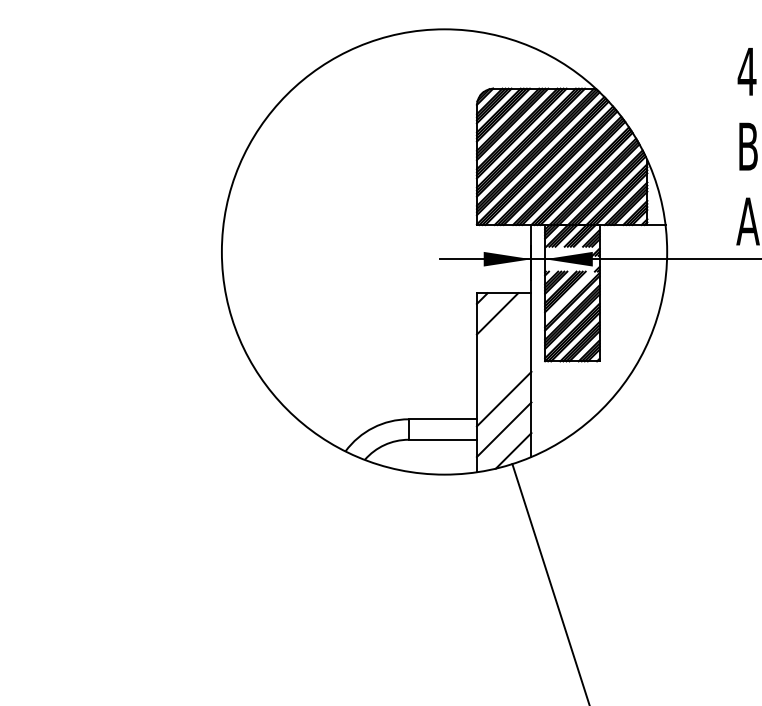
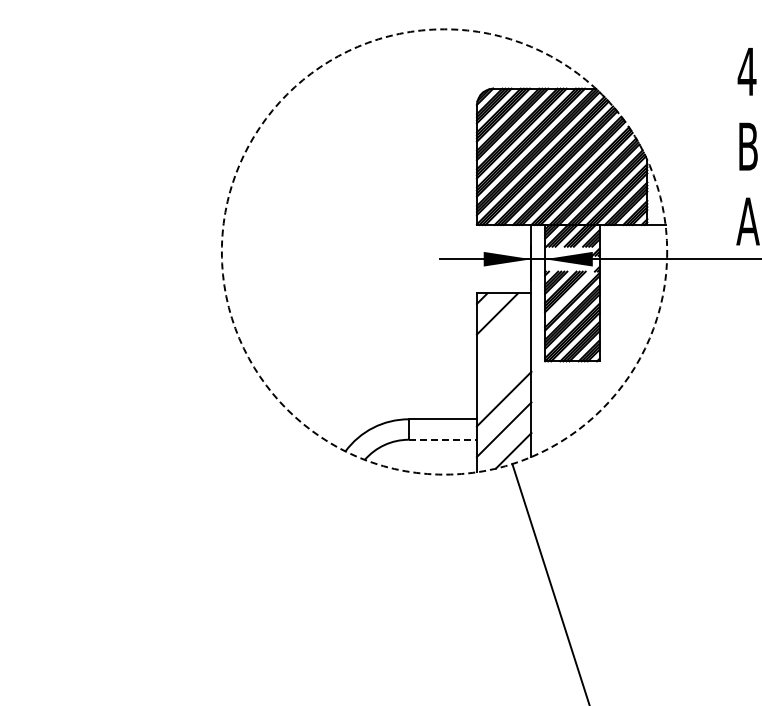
circle at (444, 251): solid -> dashed
line at (443, 439): solid -> dashed
